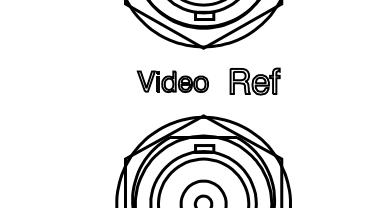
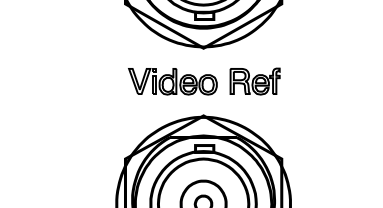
part at (172, 81) size: 73x23 px -> 90x28 px
